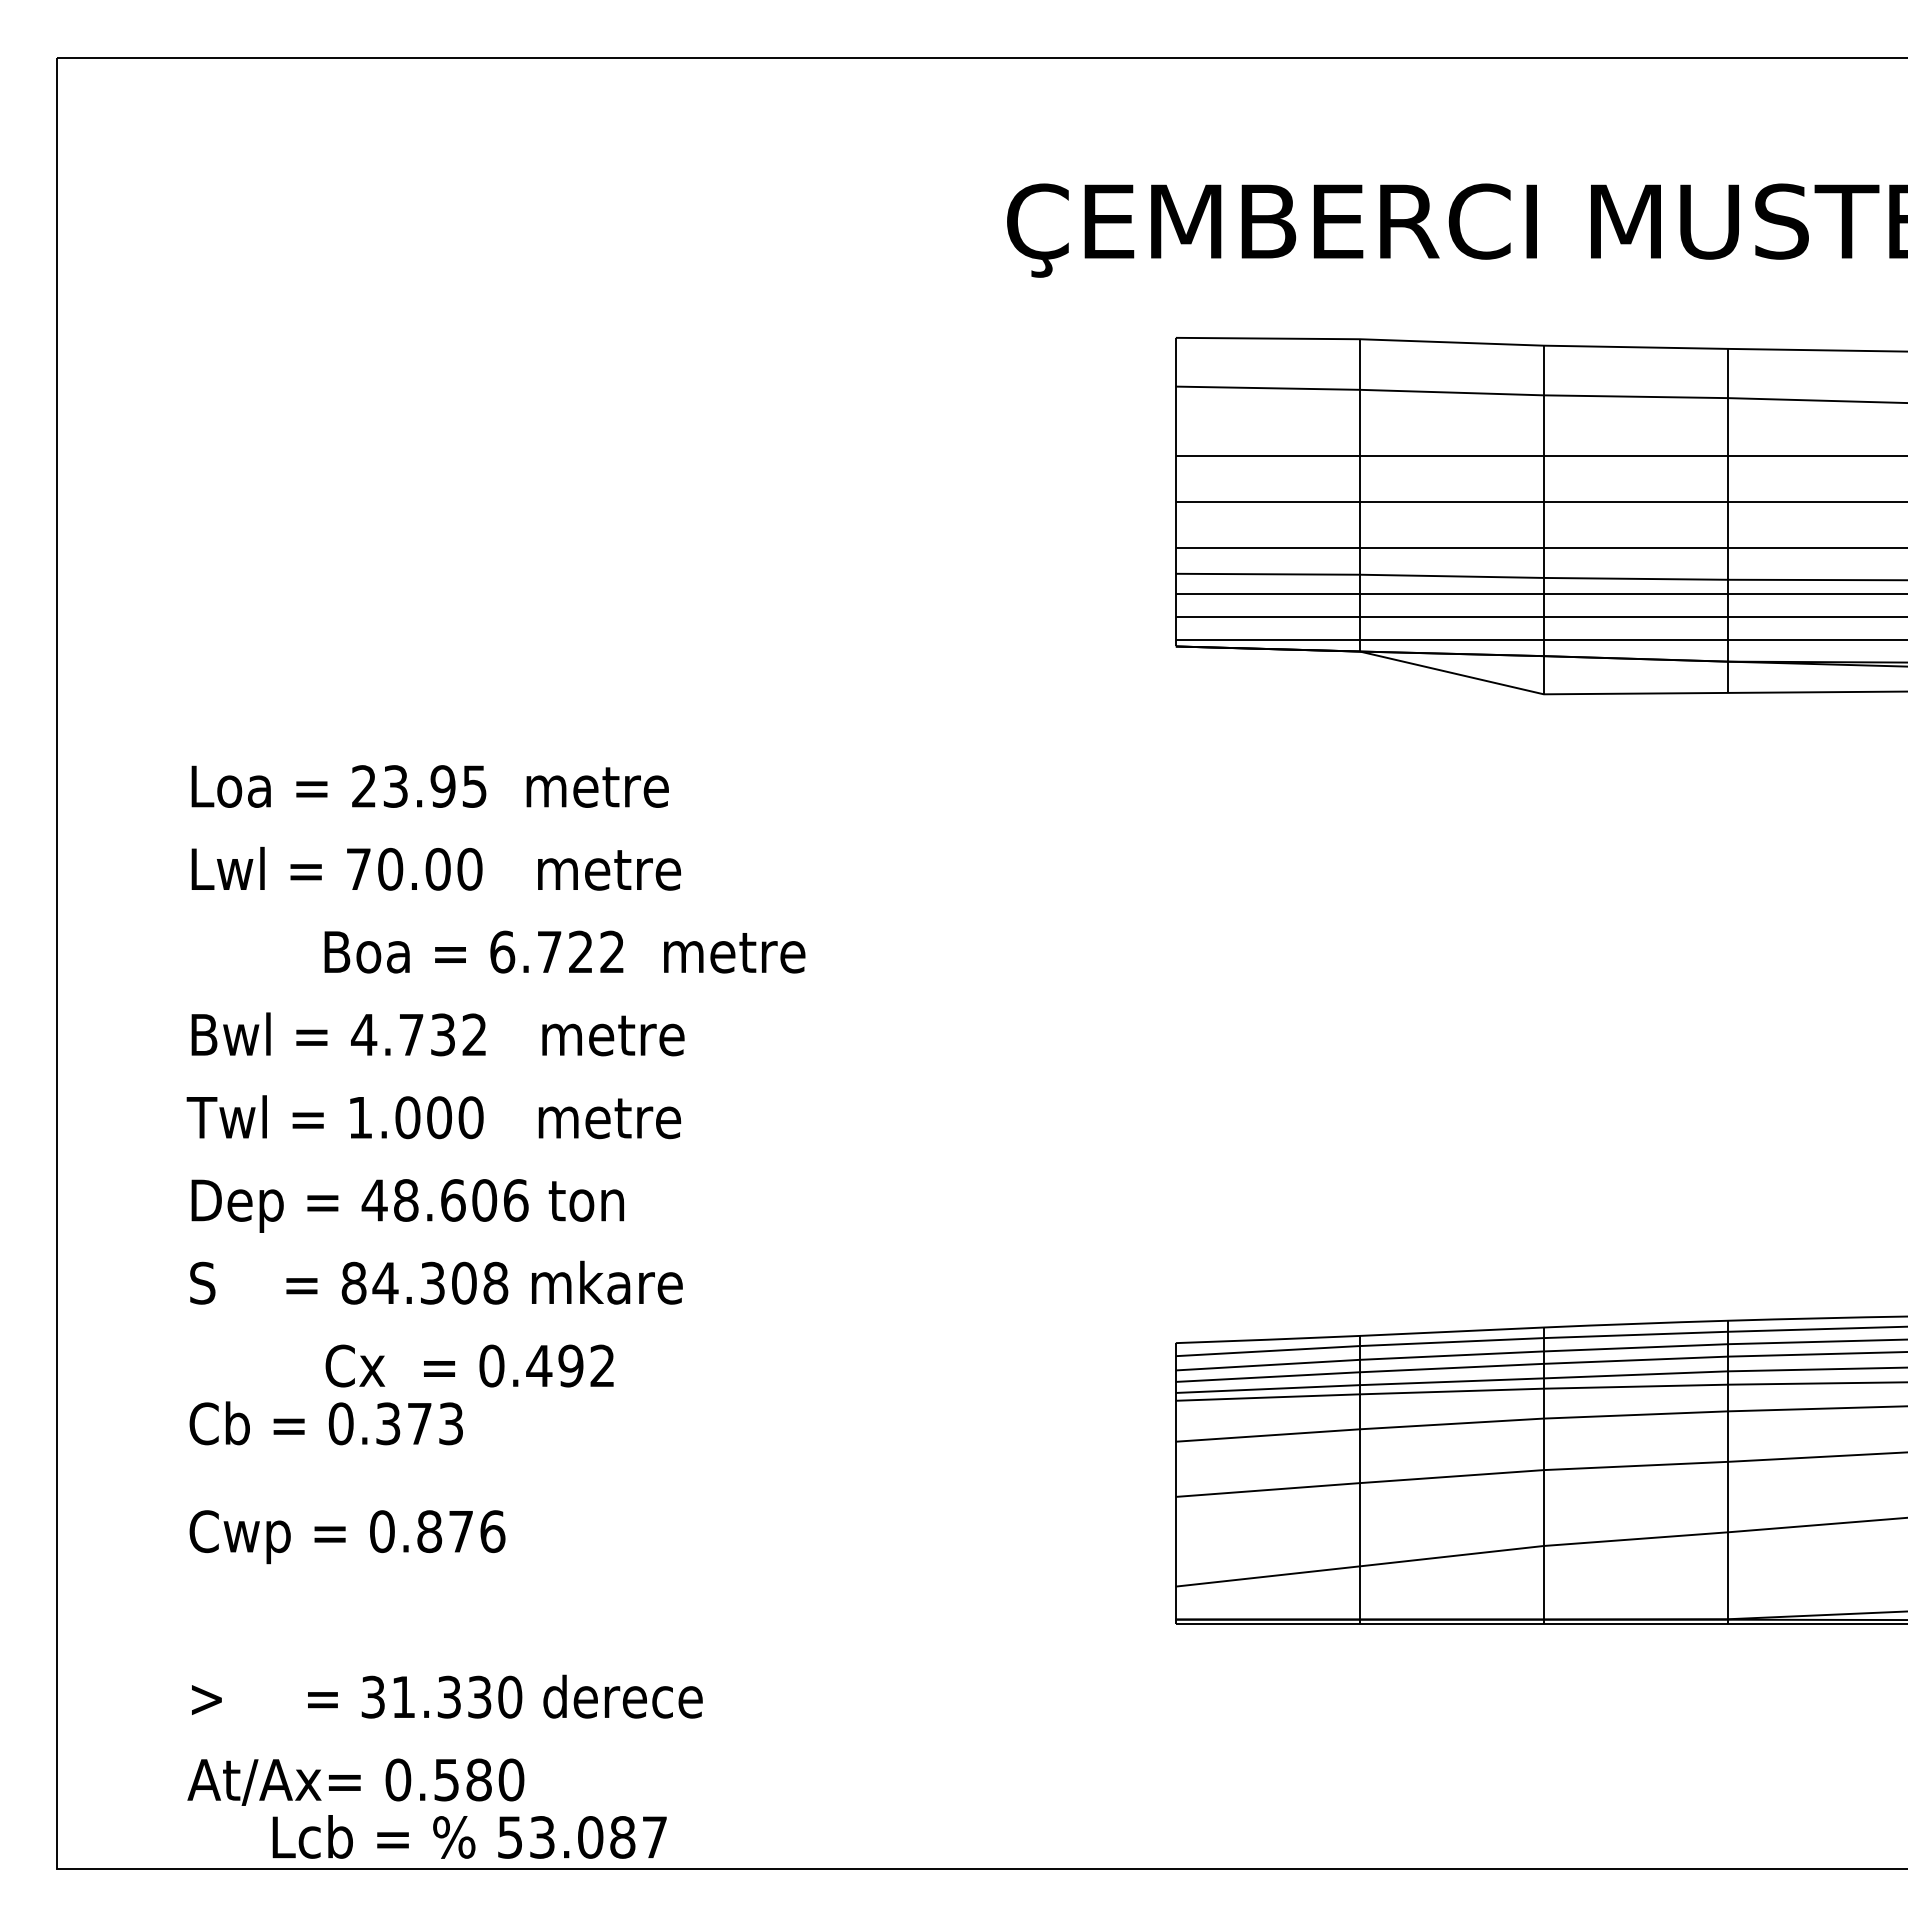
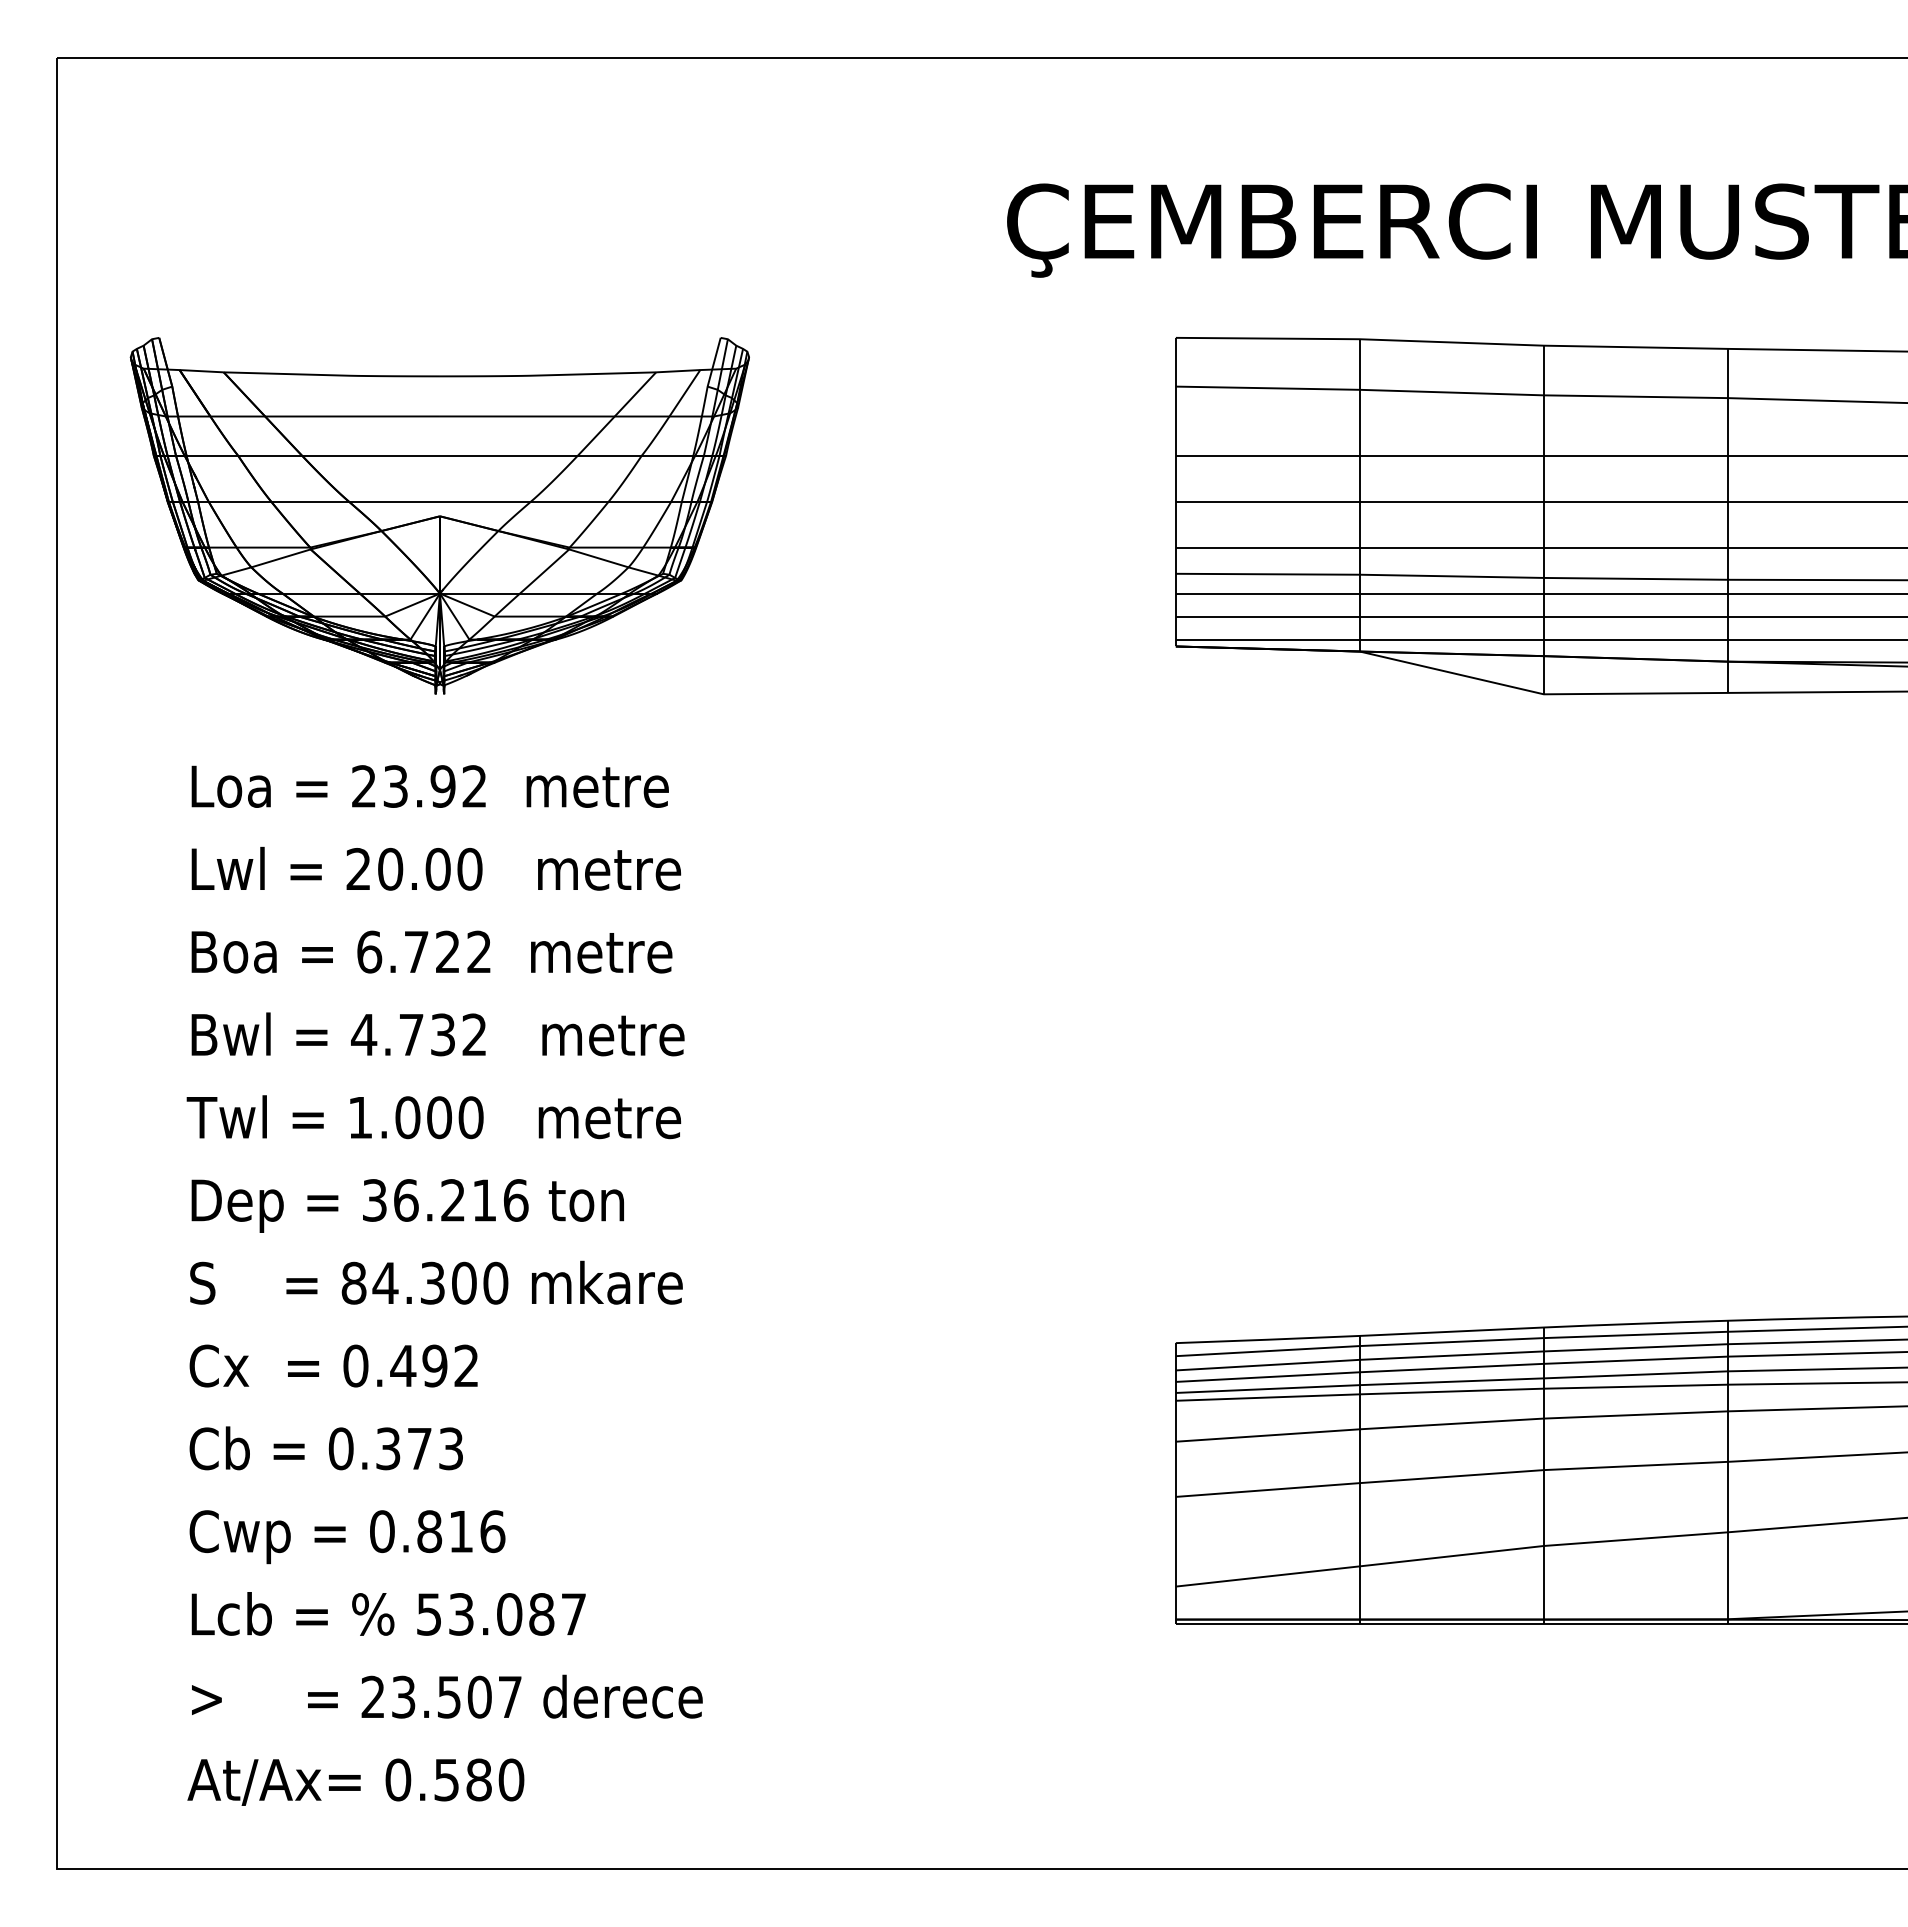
part at (439, 515): none -> present
text at (474, 786): 23.95 -> 23.92
text at (358, 868): 70.00 -> 20.00
text at (564, 951) position: (564, 951) -> (431, 951)
text at (429, 1200): 48.606 -> 36.216
text at (495, 1283): 84.308 -> 84.300
text at (469, 1365) position: (469, 1365) -> (333, 1365)
text at (325, 1423) position: (325, 1423) -> (325, 1448)
text at (460, 1531): 0.876 -> 0.816
text at (441, 1696): 31.330 -> 23.507
text at (469, 1836) position: (469, 1836) -> (388, 1613)
